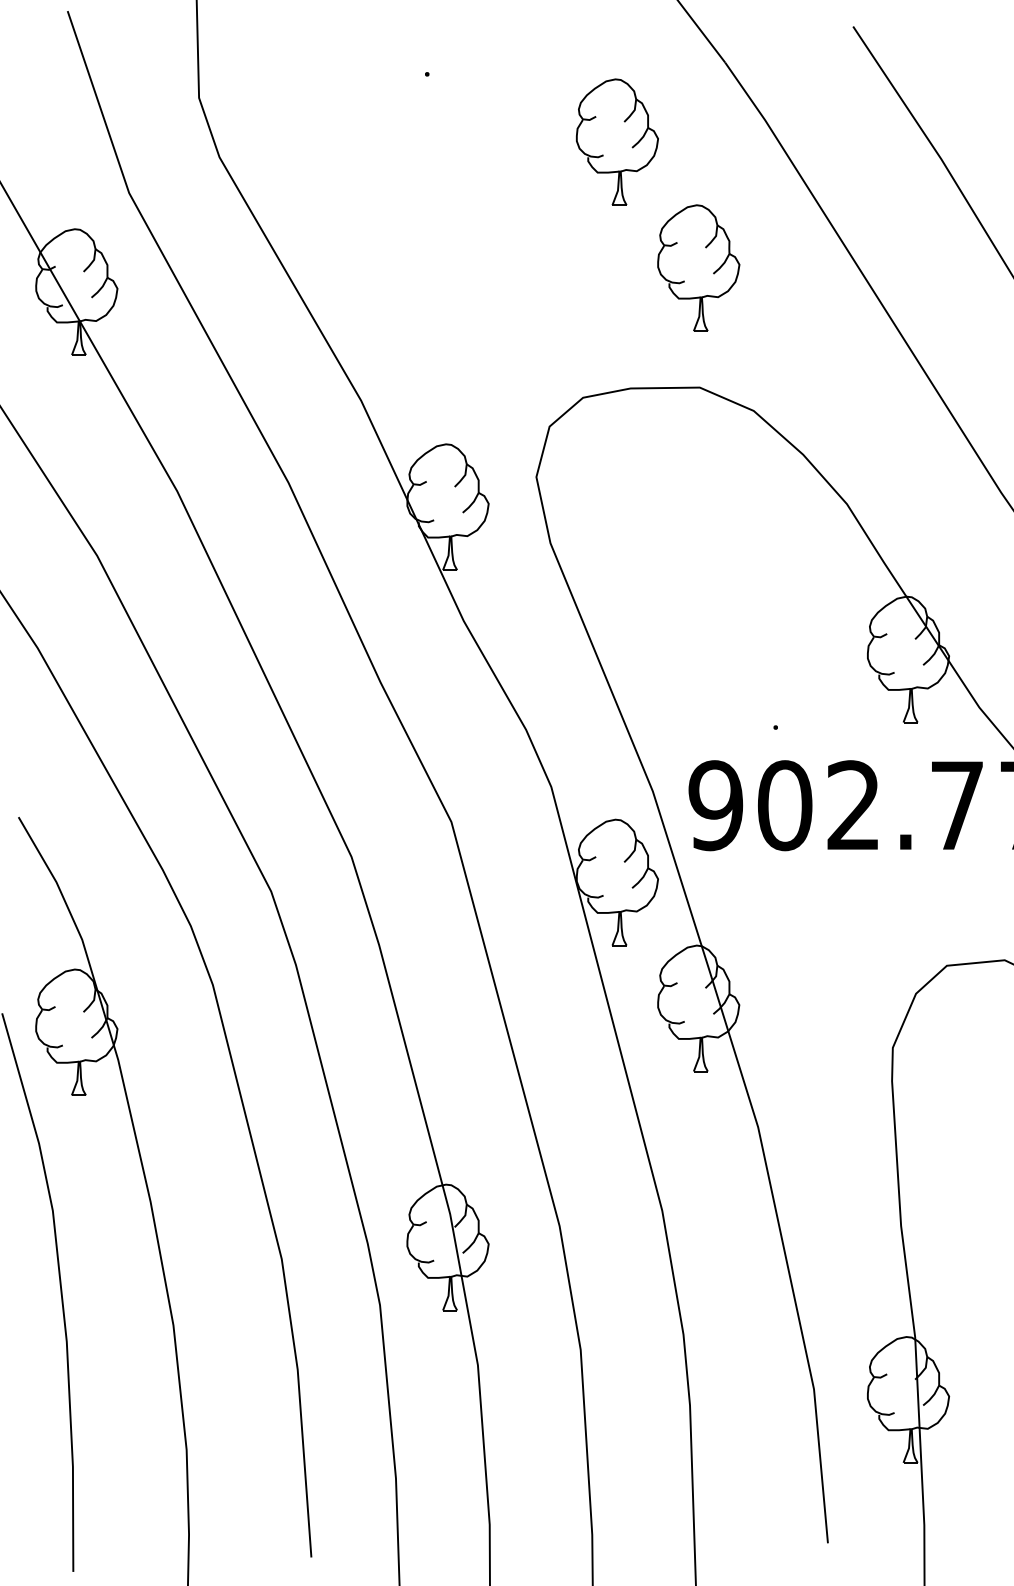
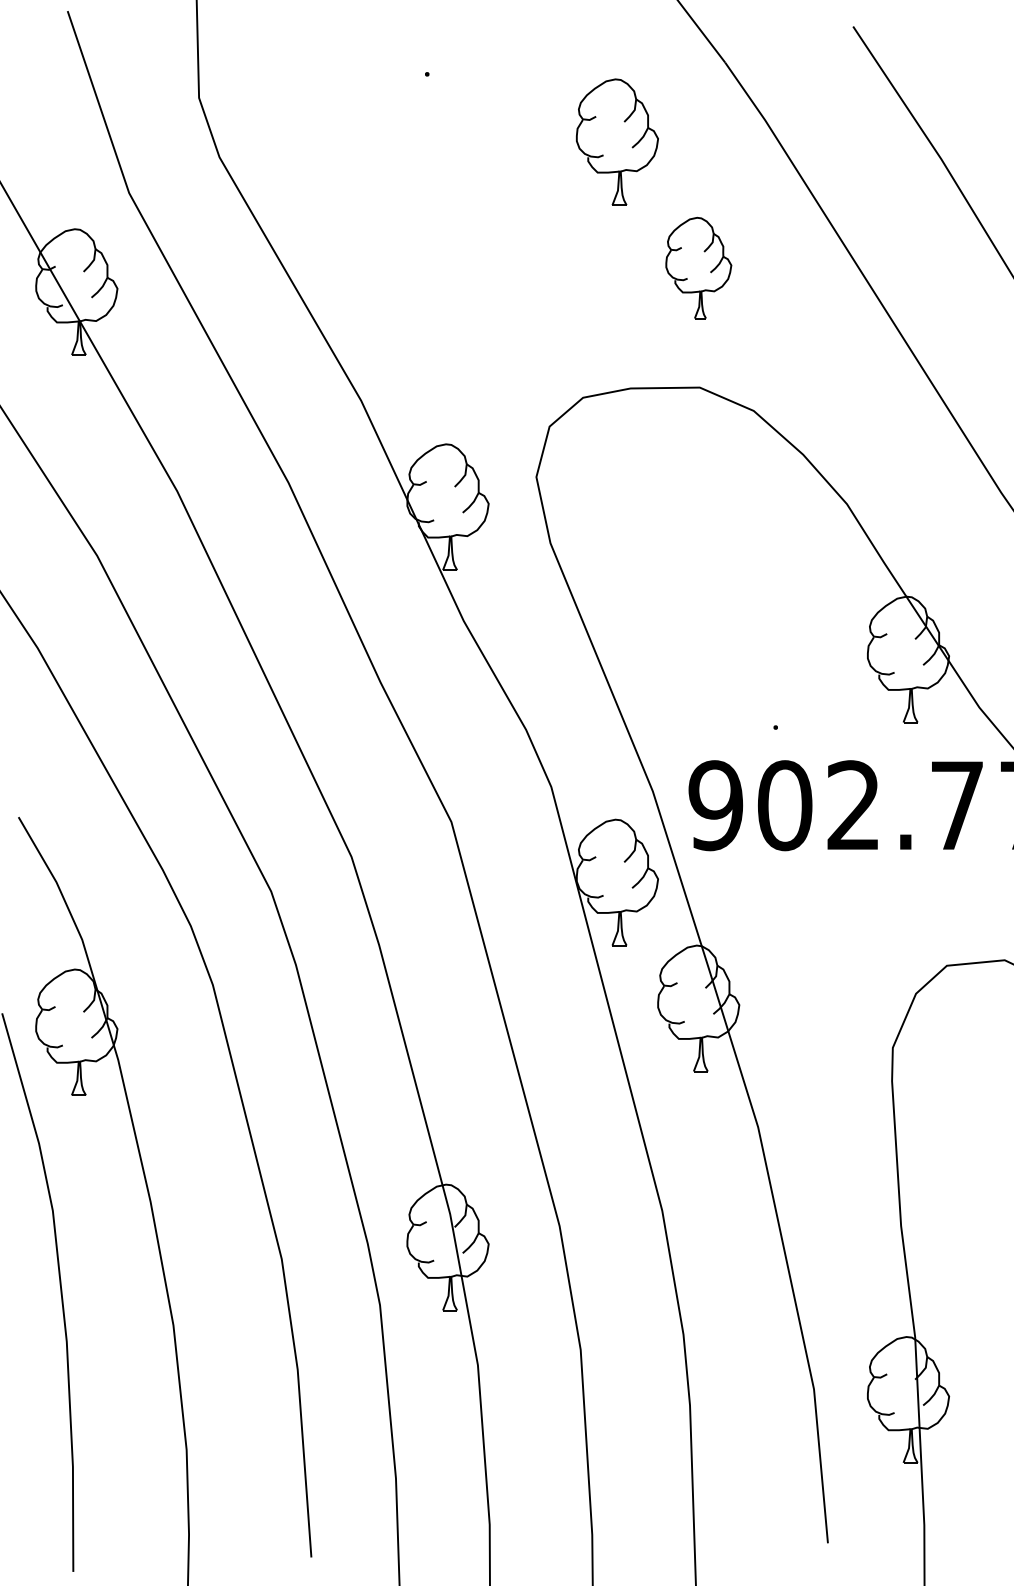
part at (698, 267) size: 84x128 px -> 68x104 px
